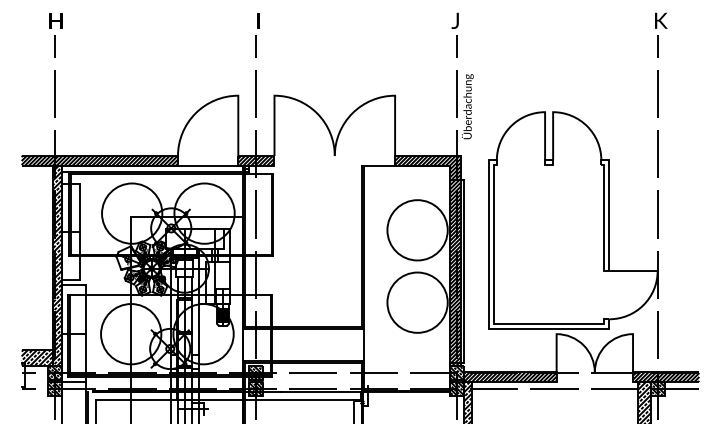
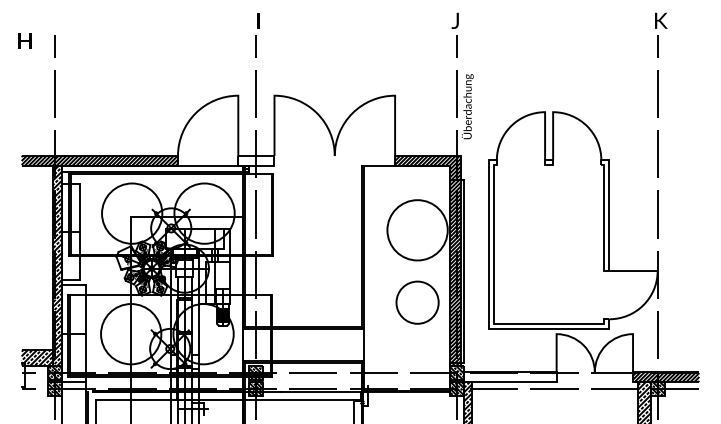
text at (55, 20) position: (55, 20) -> (24, 40)
hatch at (256, 160): present -> none
circle at (417, 302) diameter: 60 px -> 42 px
hatch at (510, 376): present -> none
